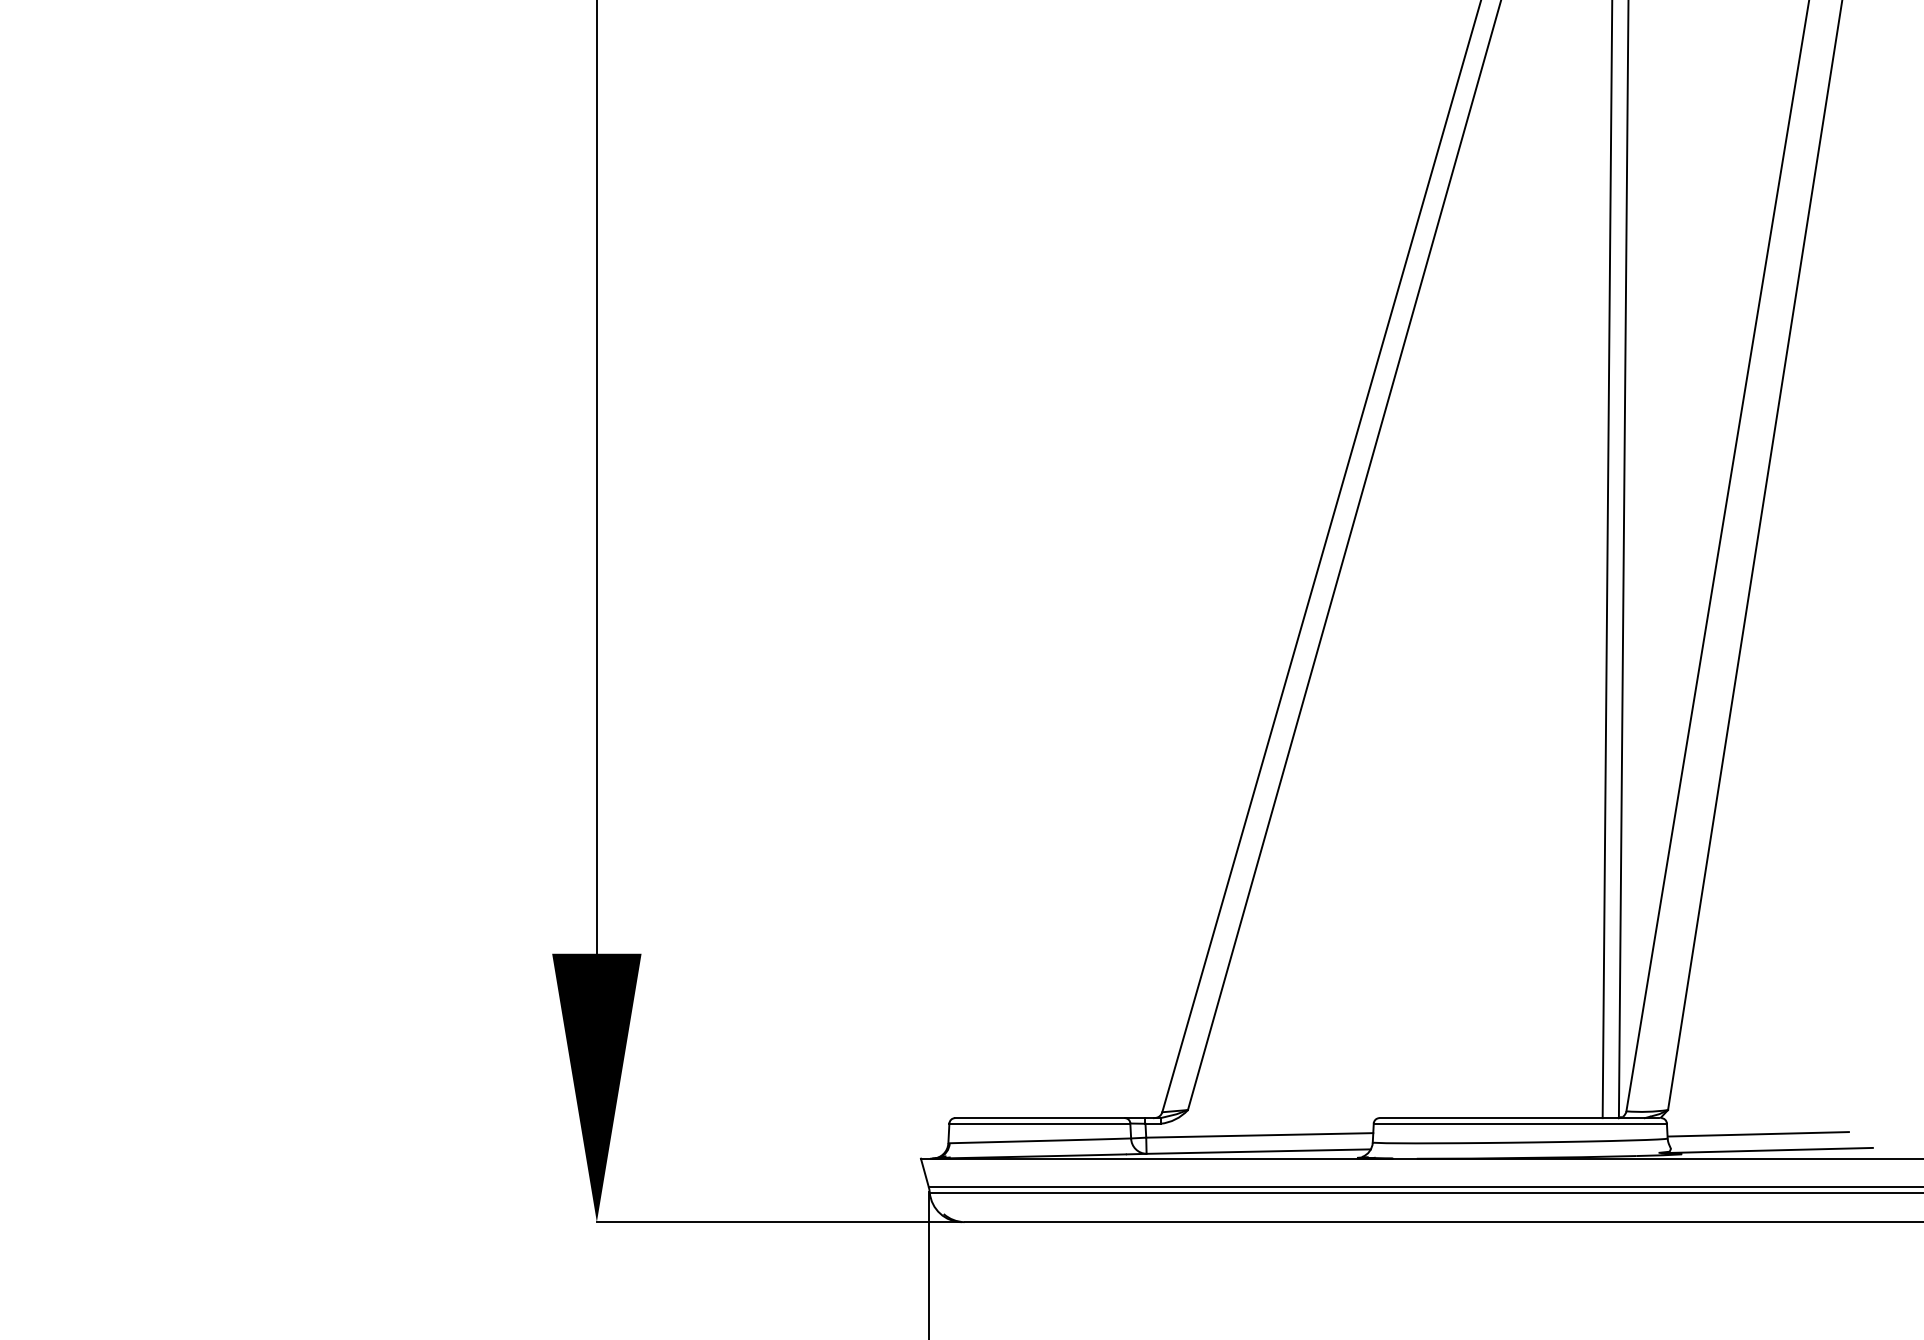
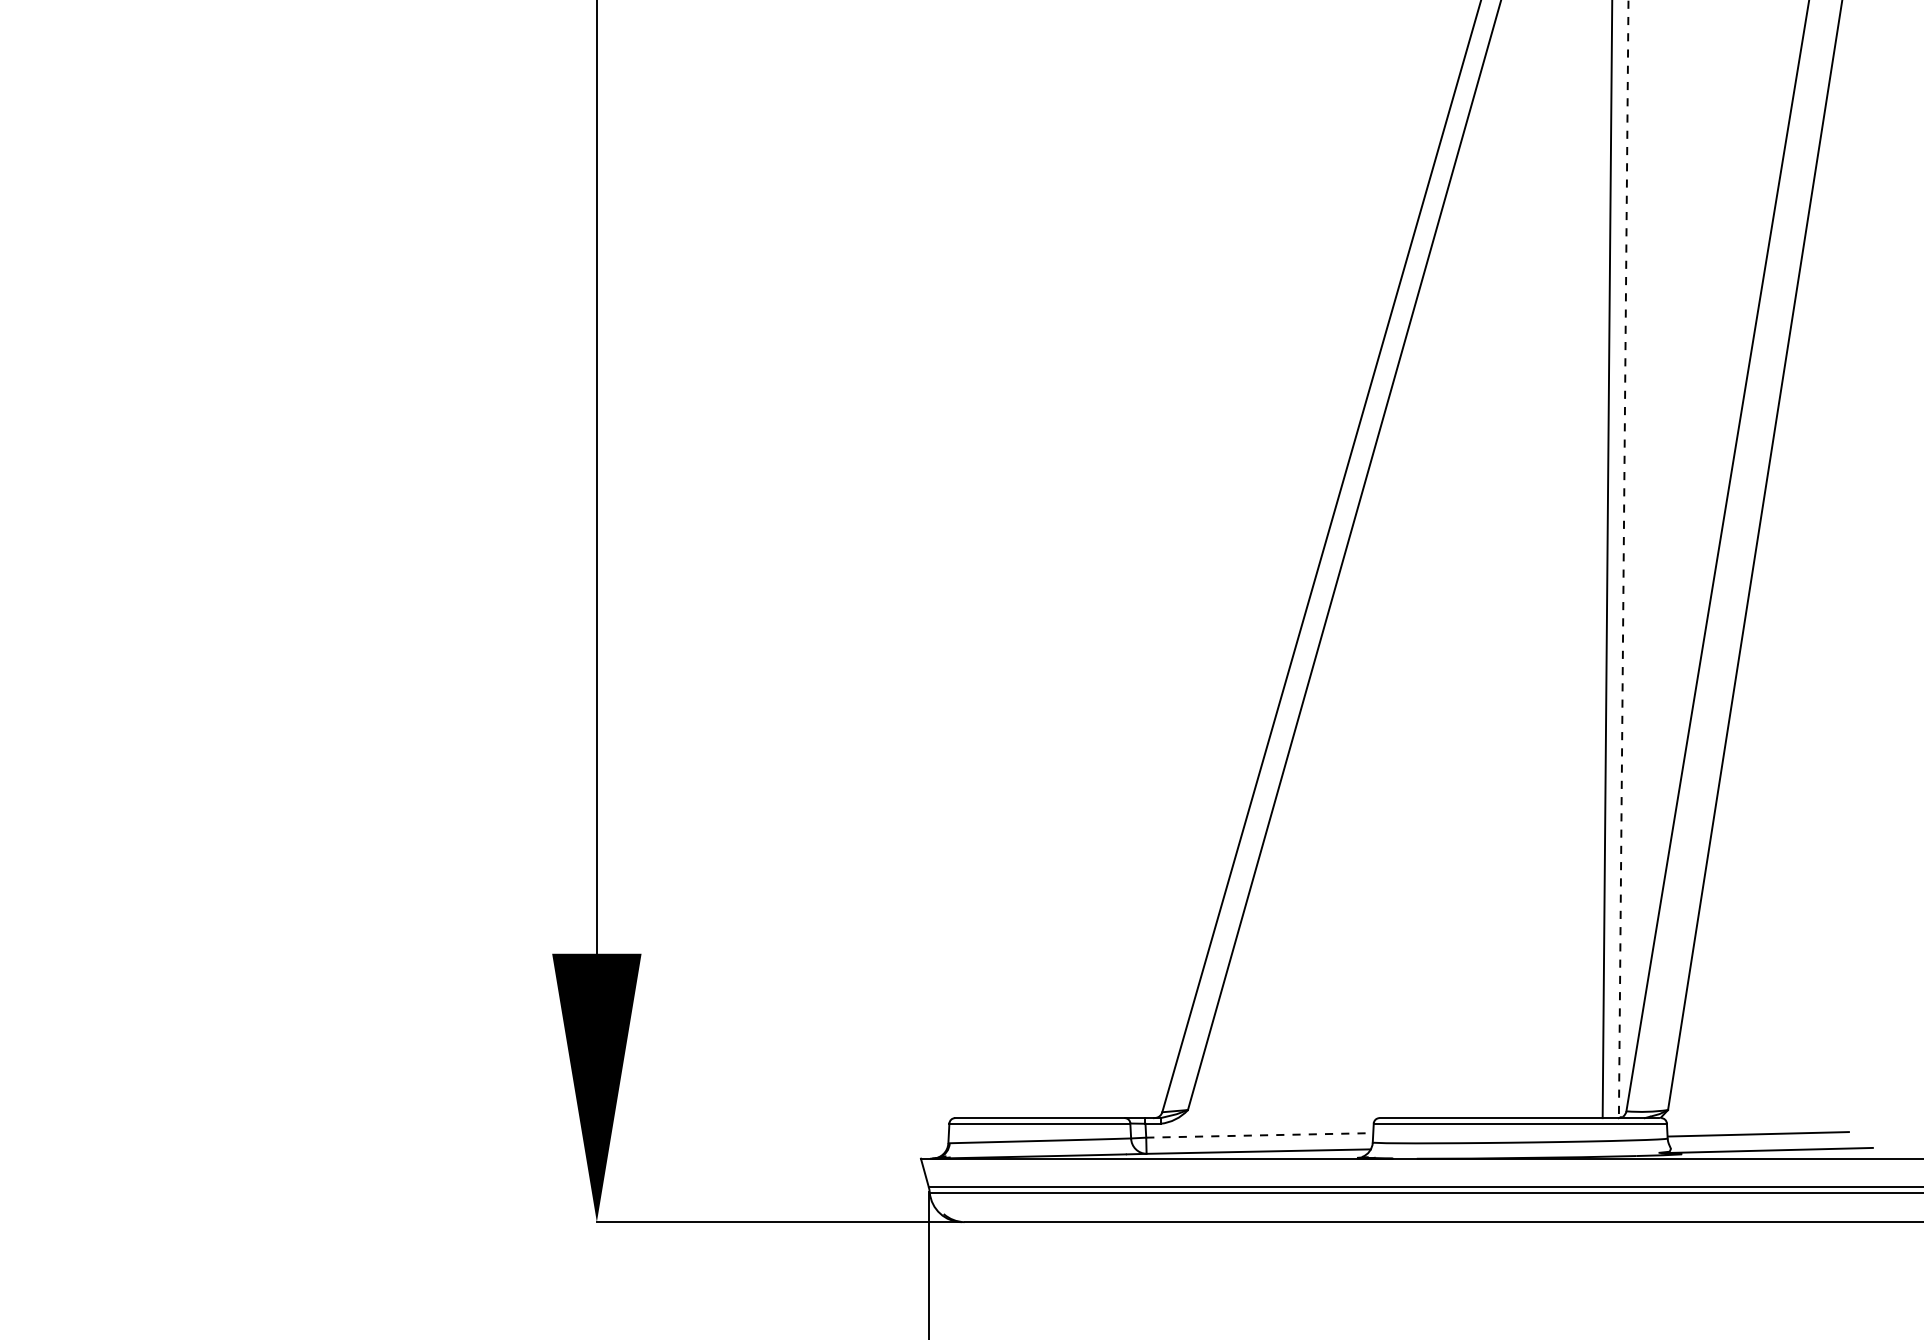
line at (1623, 559): solid -> dashed
line at (1259, 1135): solid -> dashed
